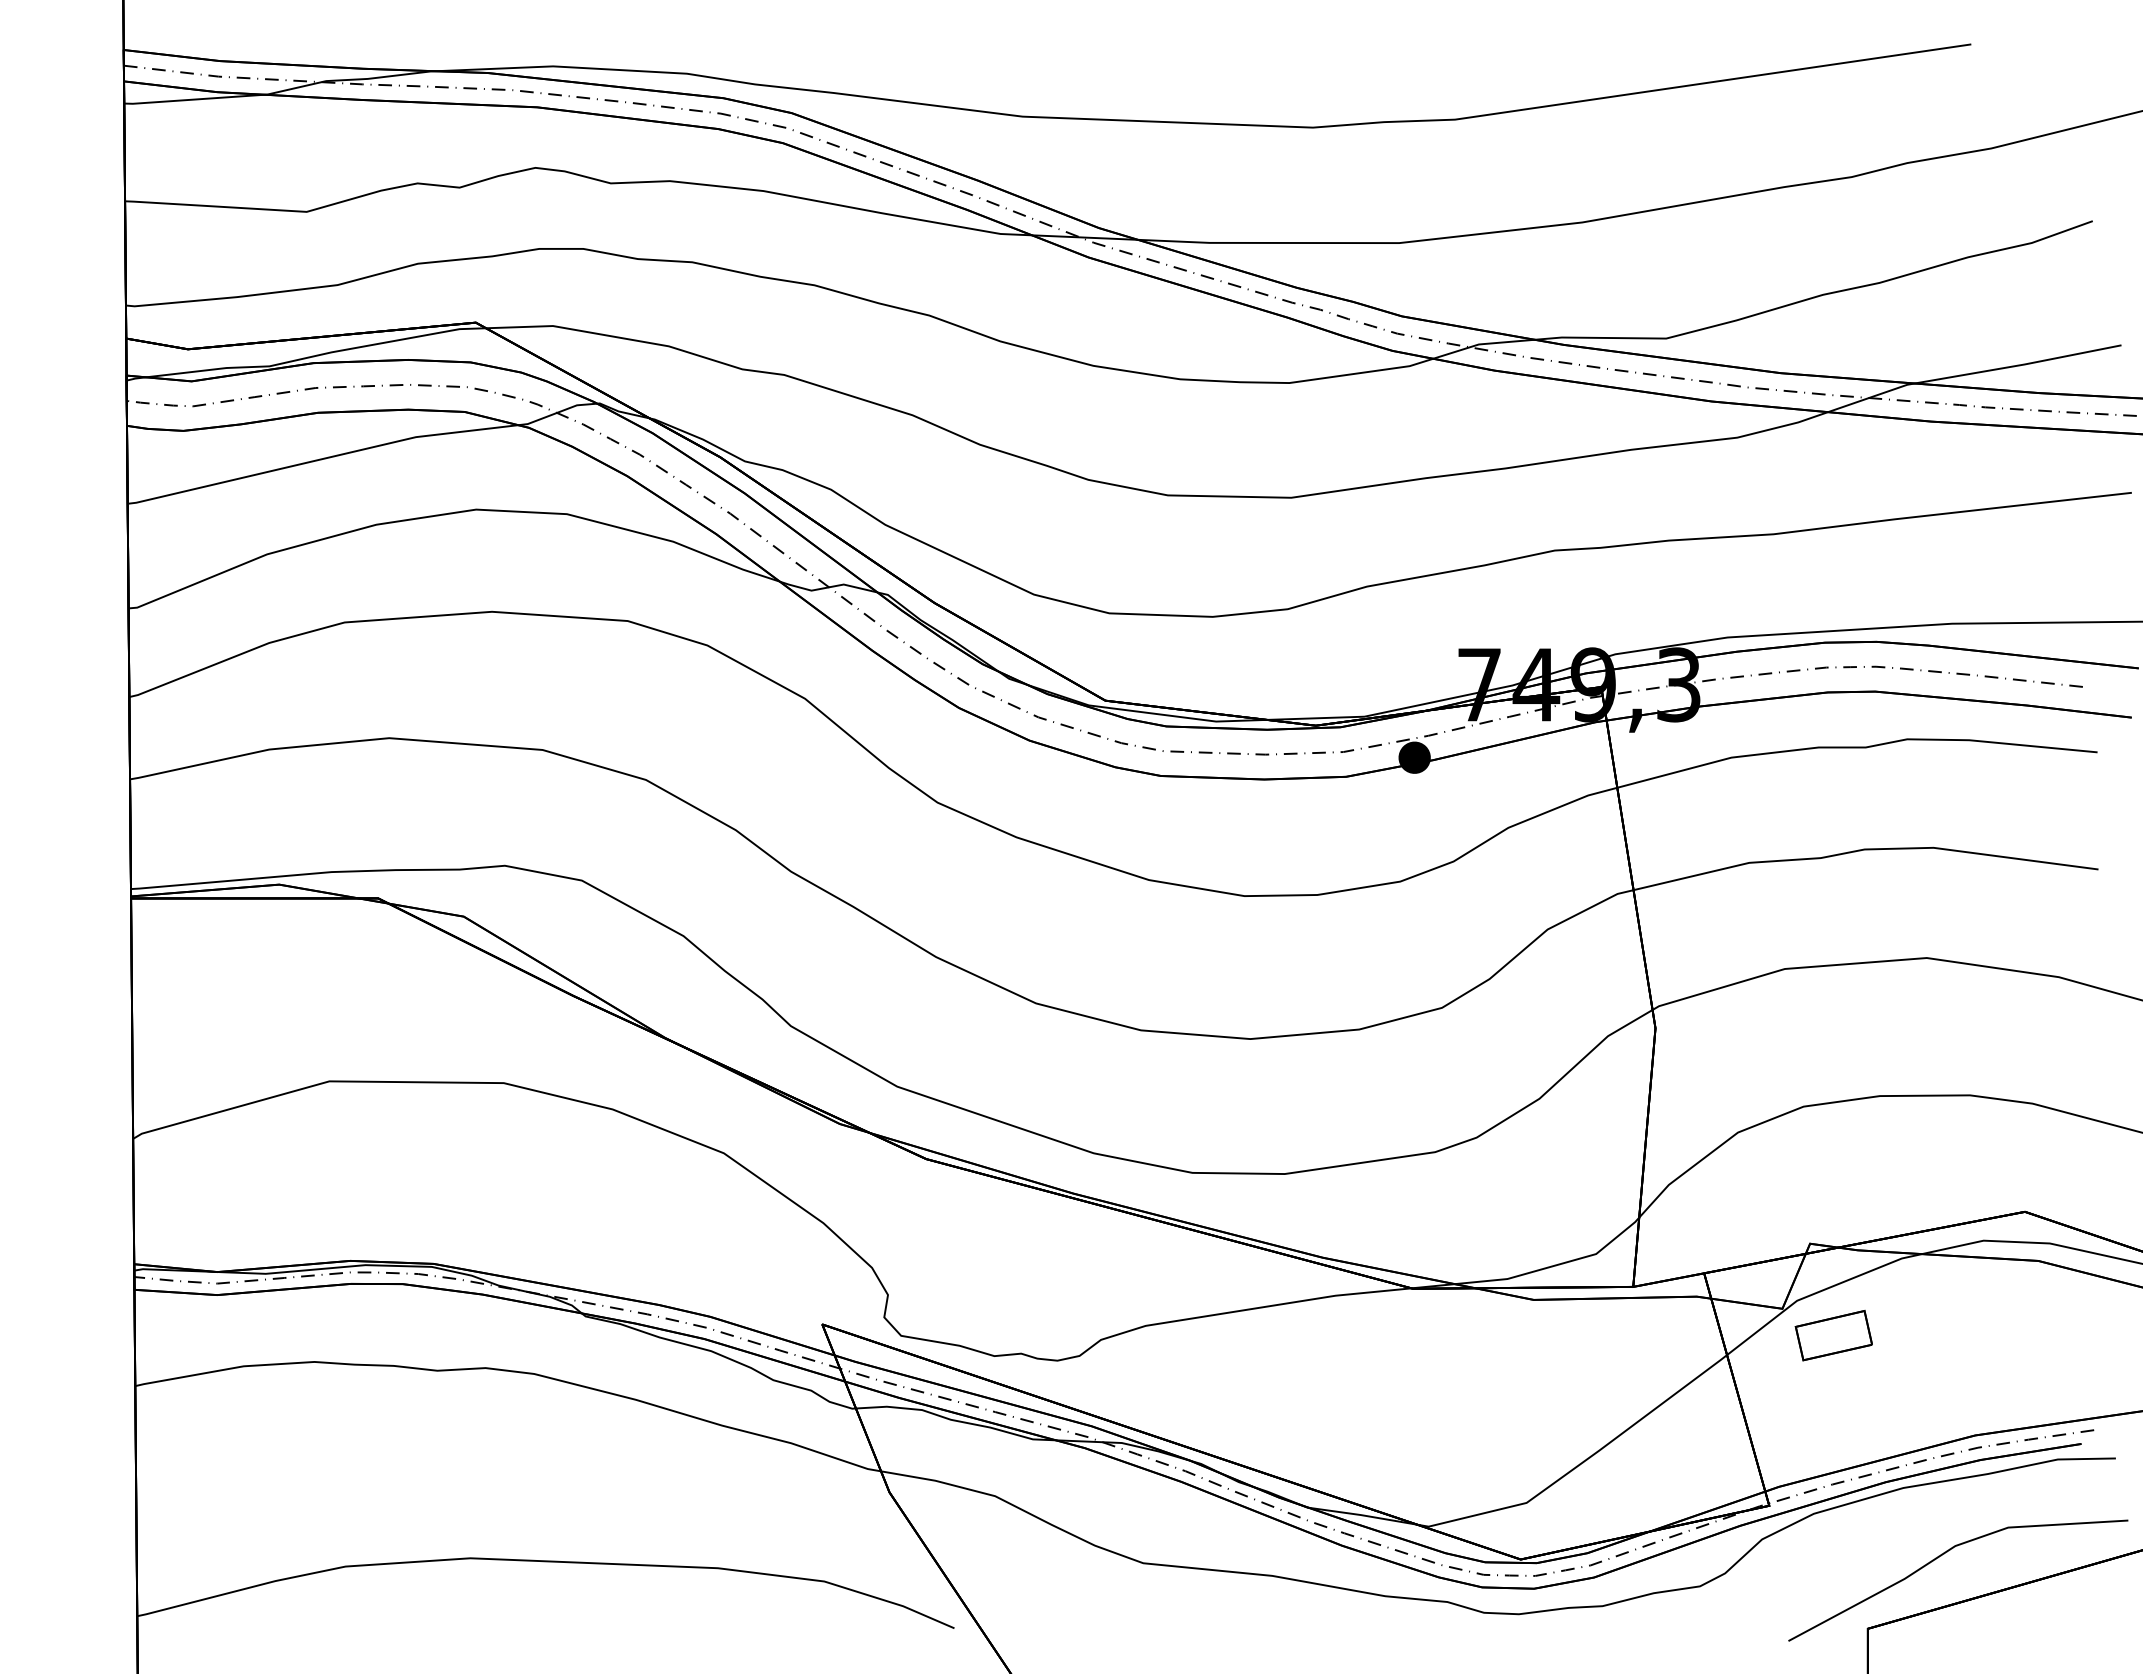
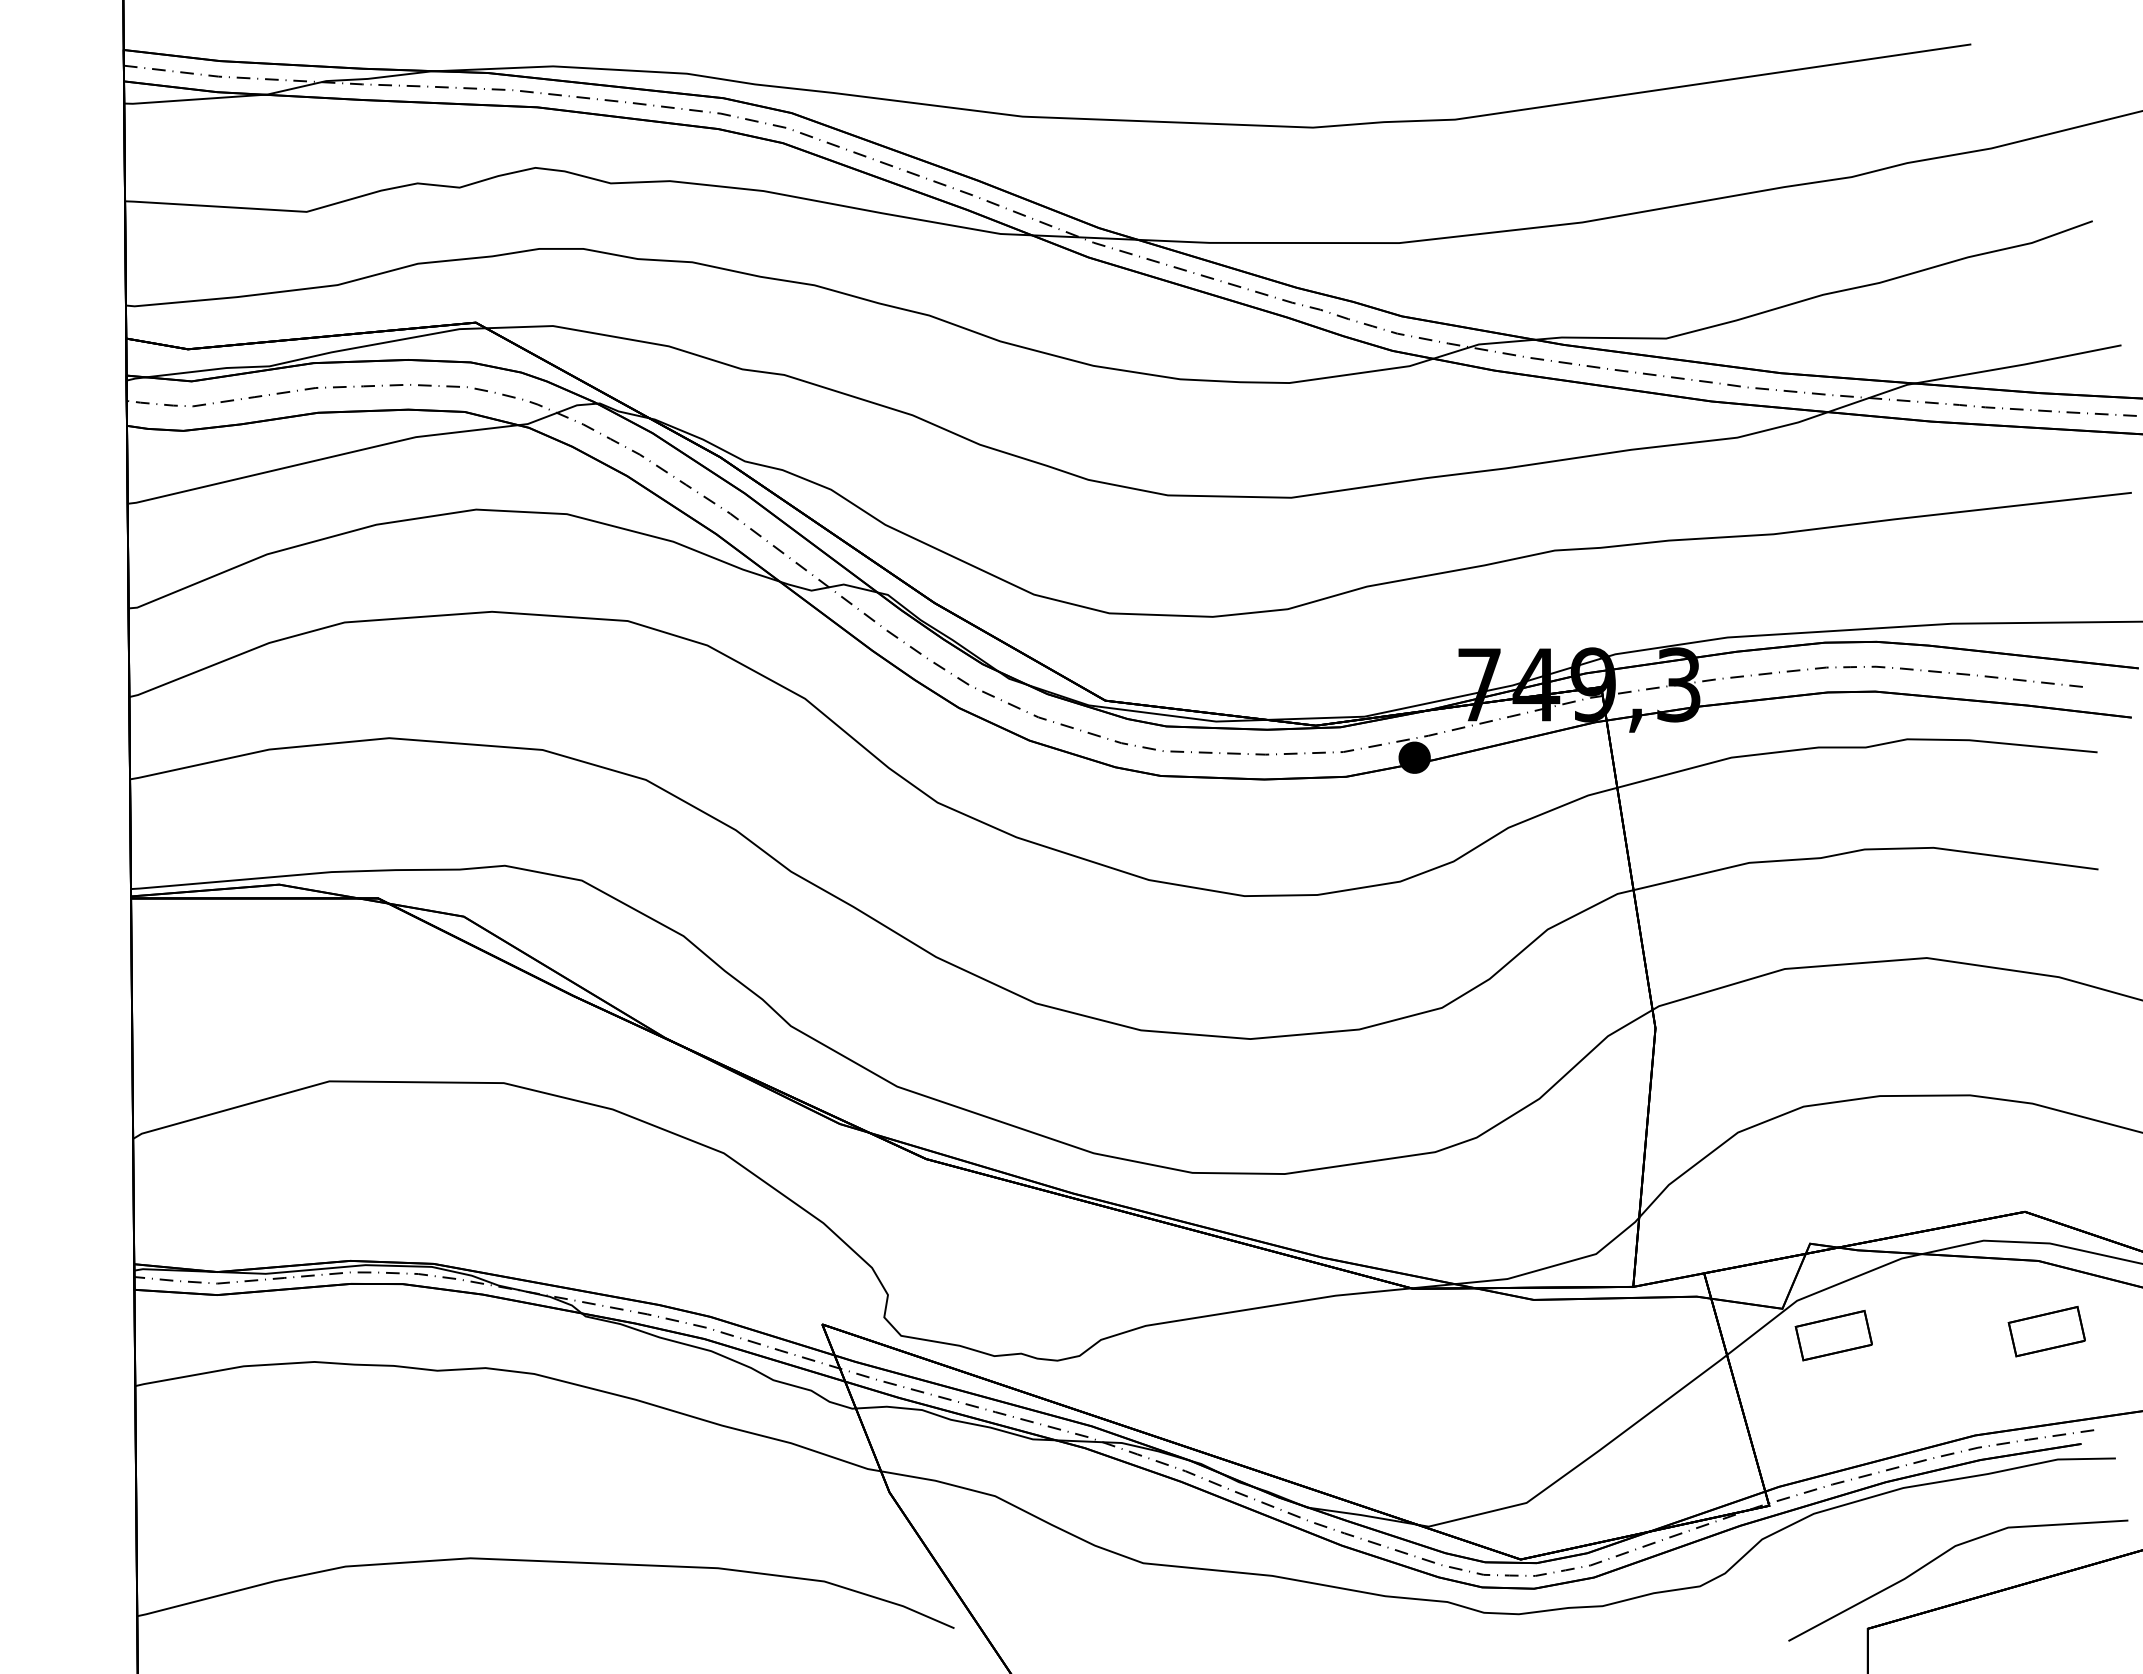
part at (2046, 1331): none -> present
